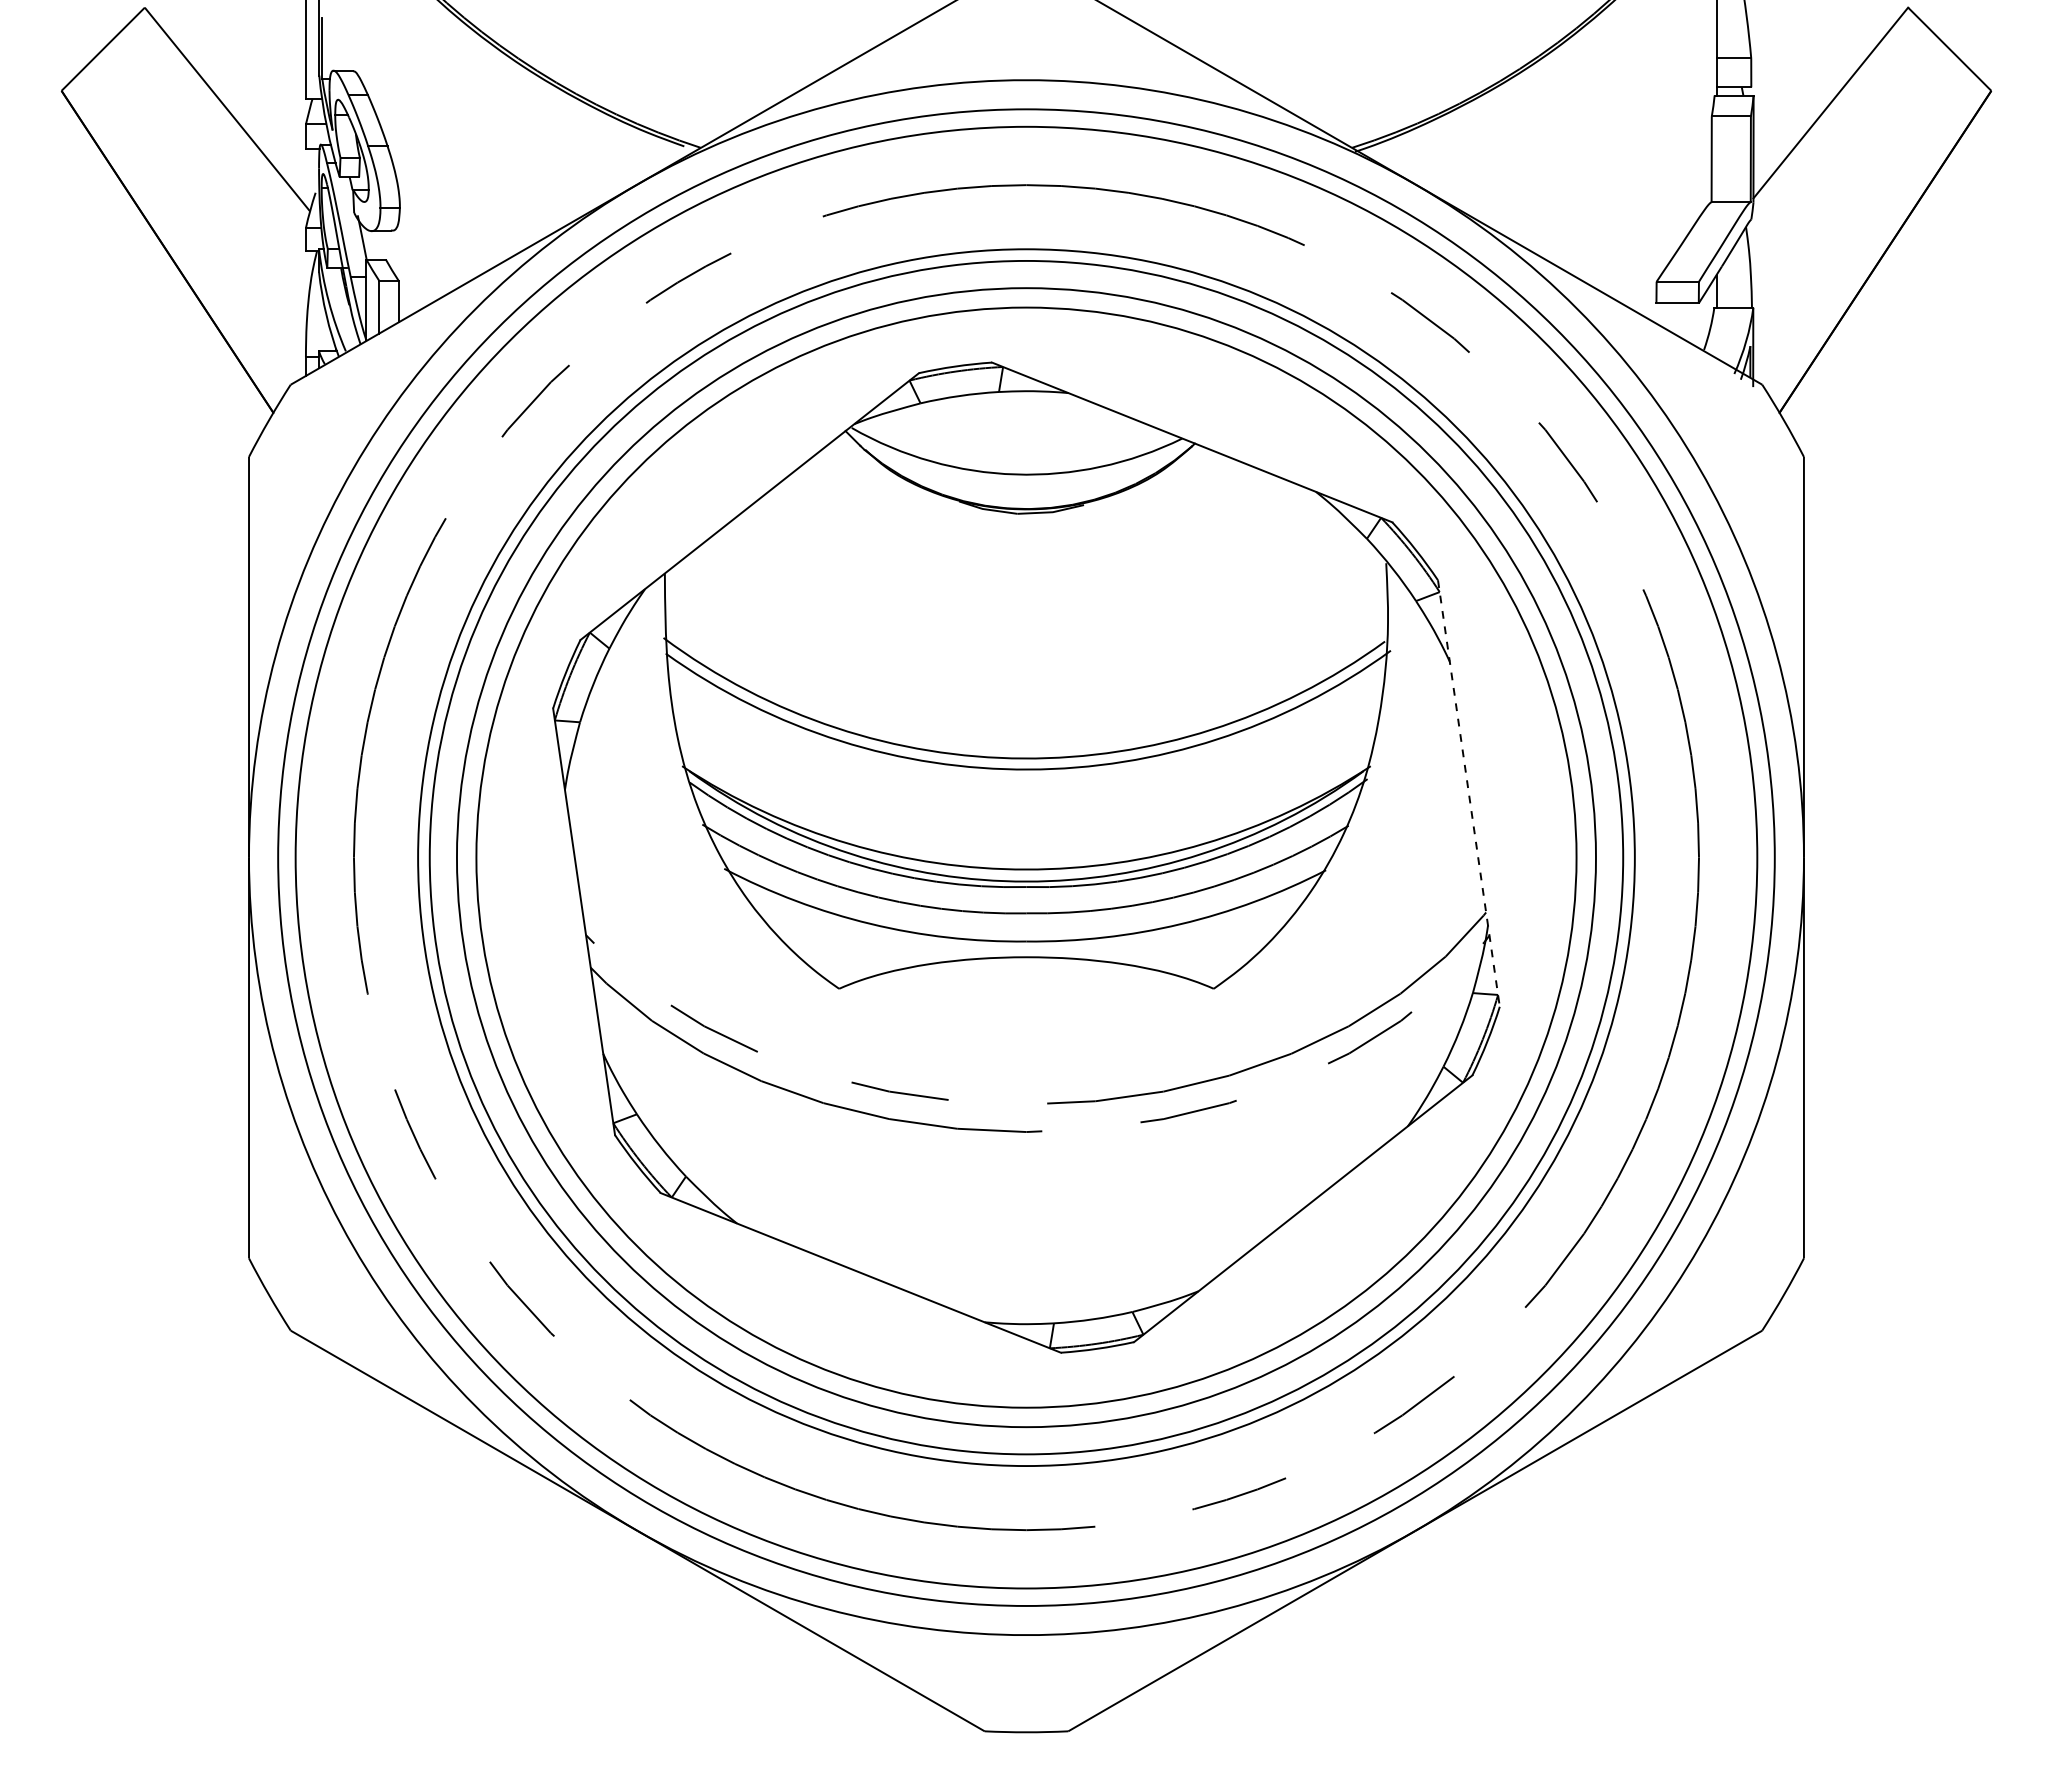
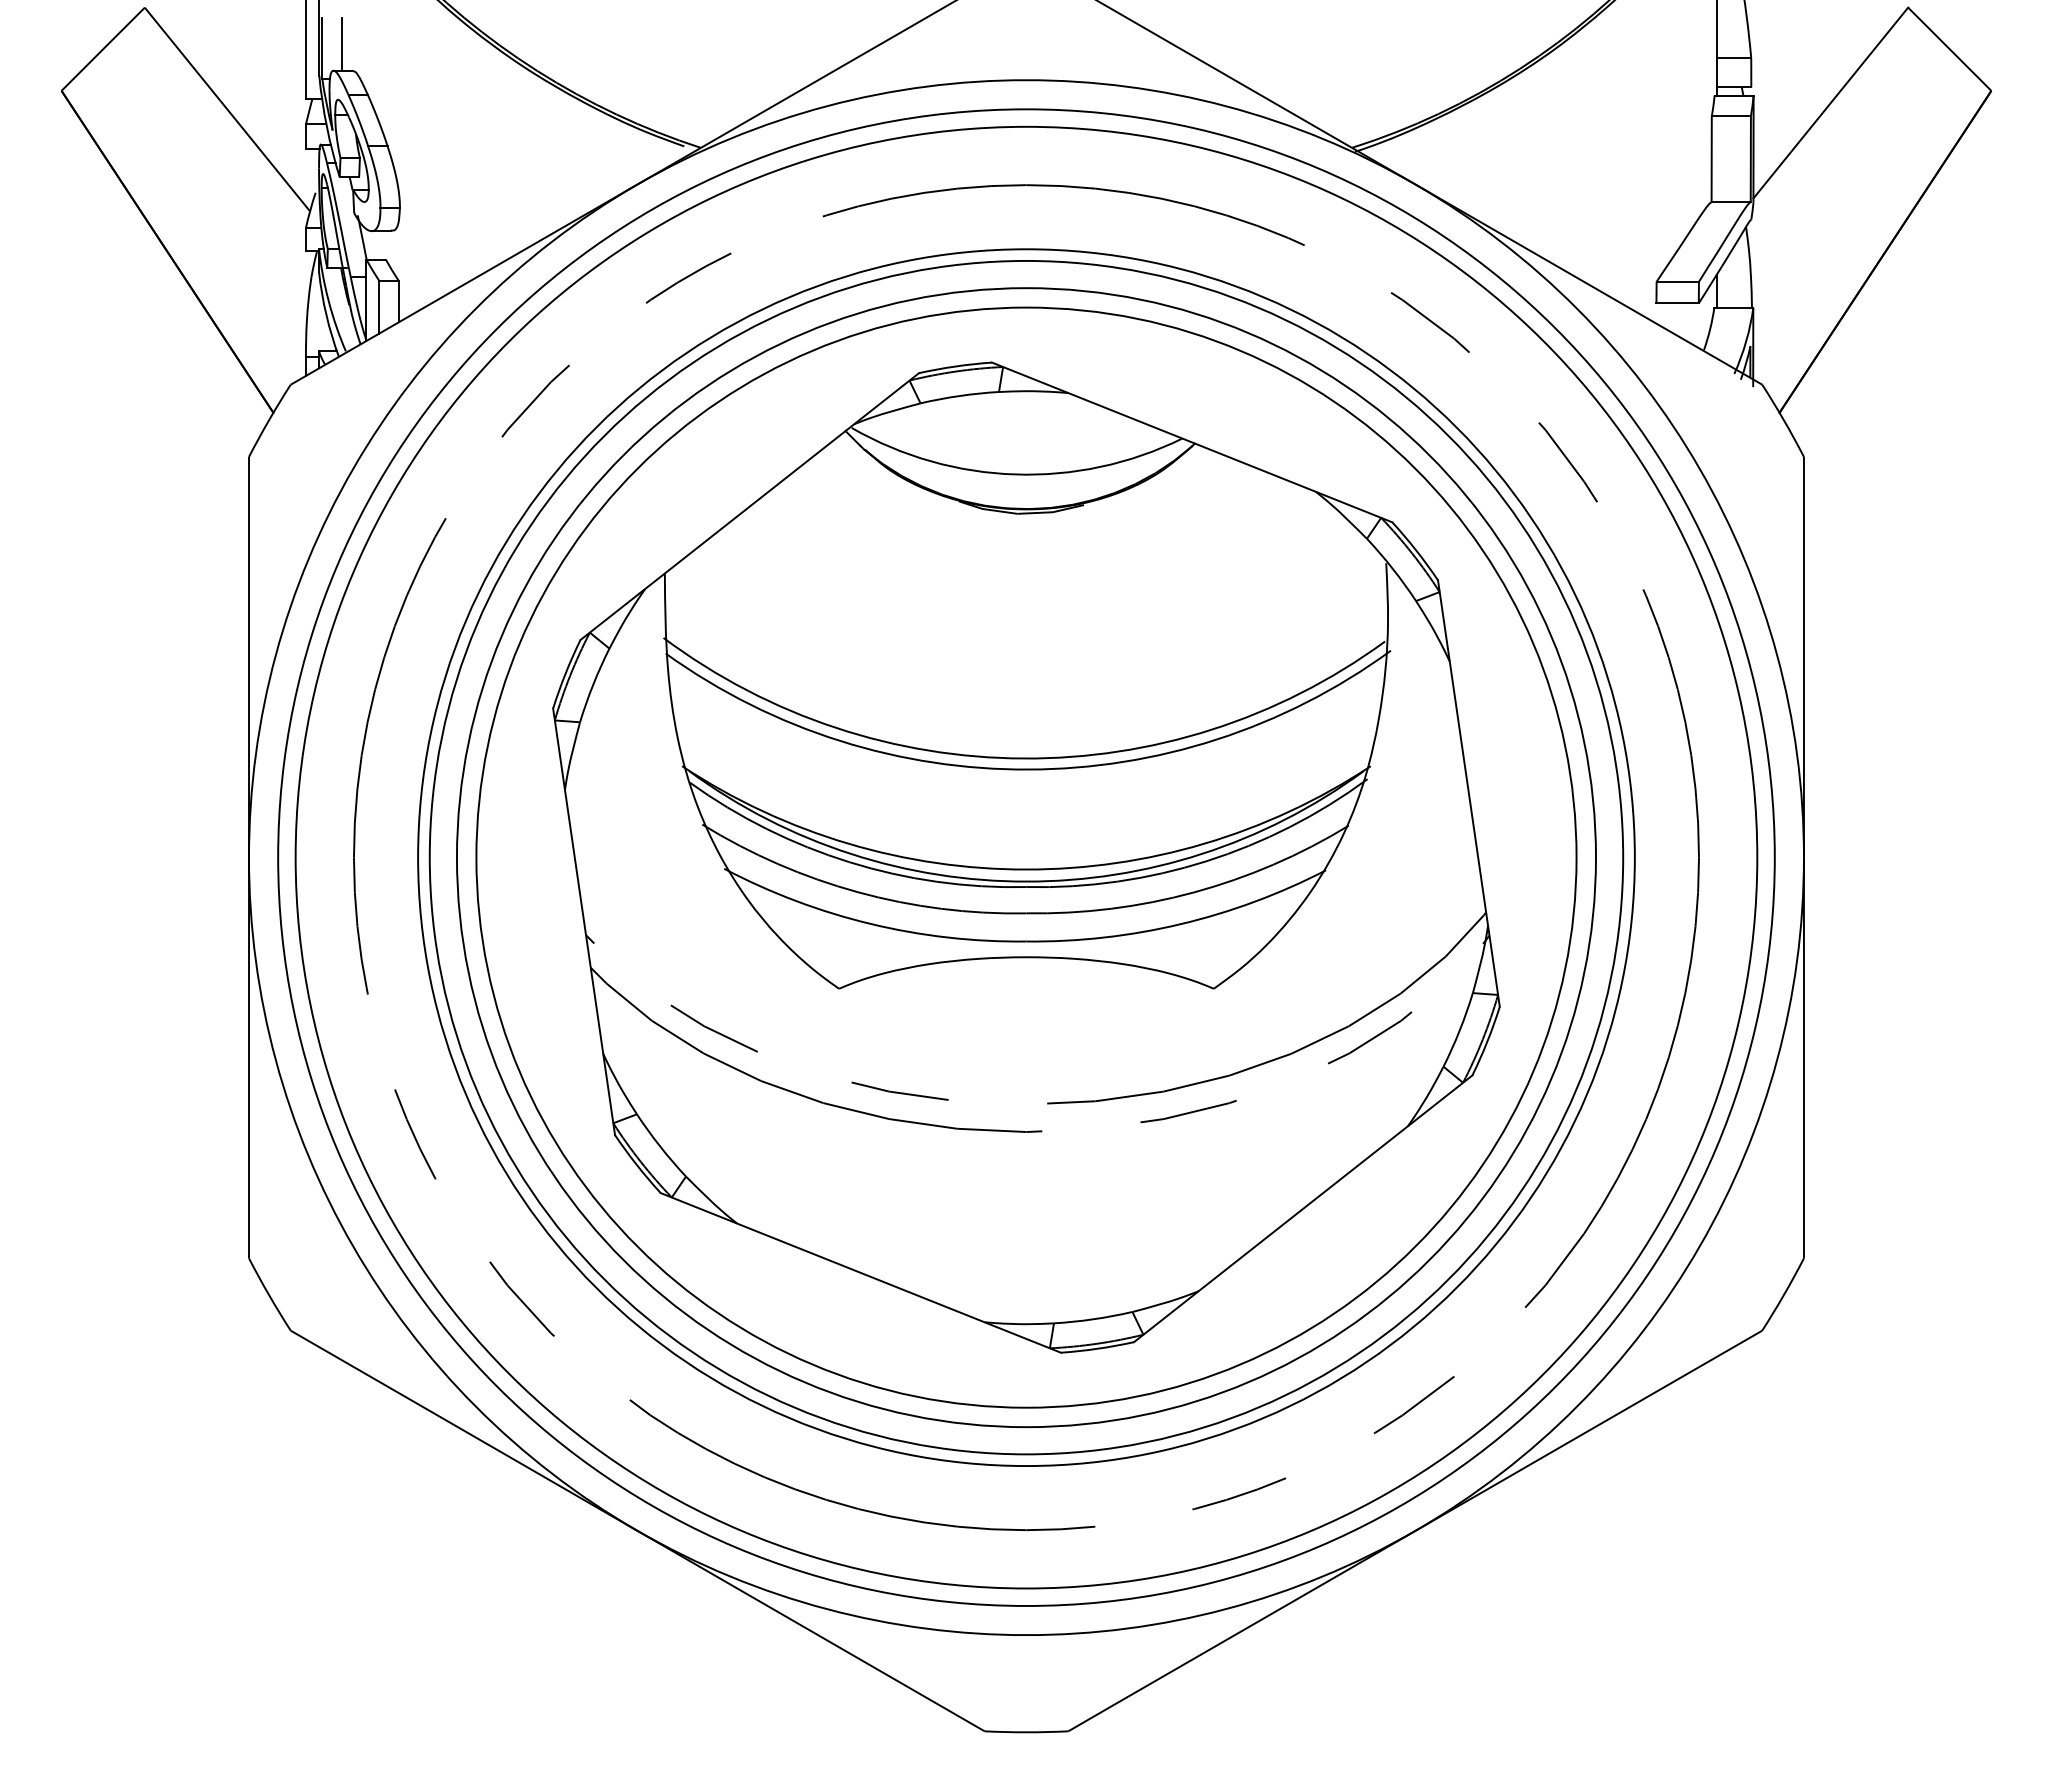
line at (341, 44): none -> present
line at (1468, 793): dashed -> solid
